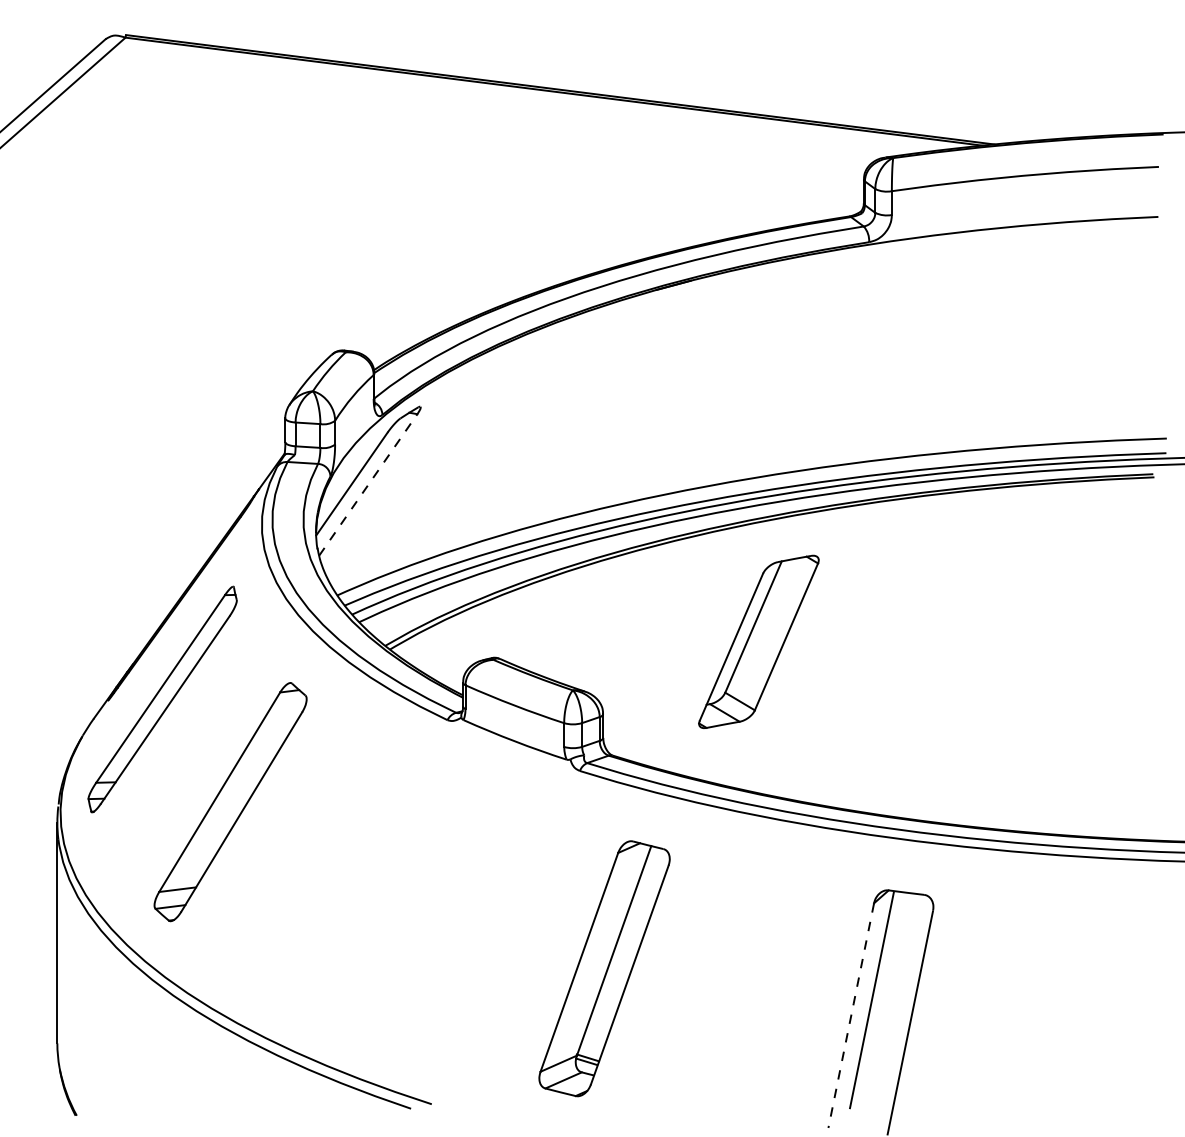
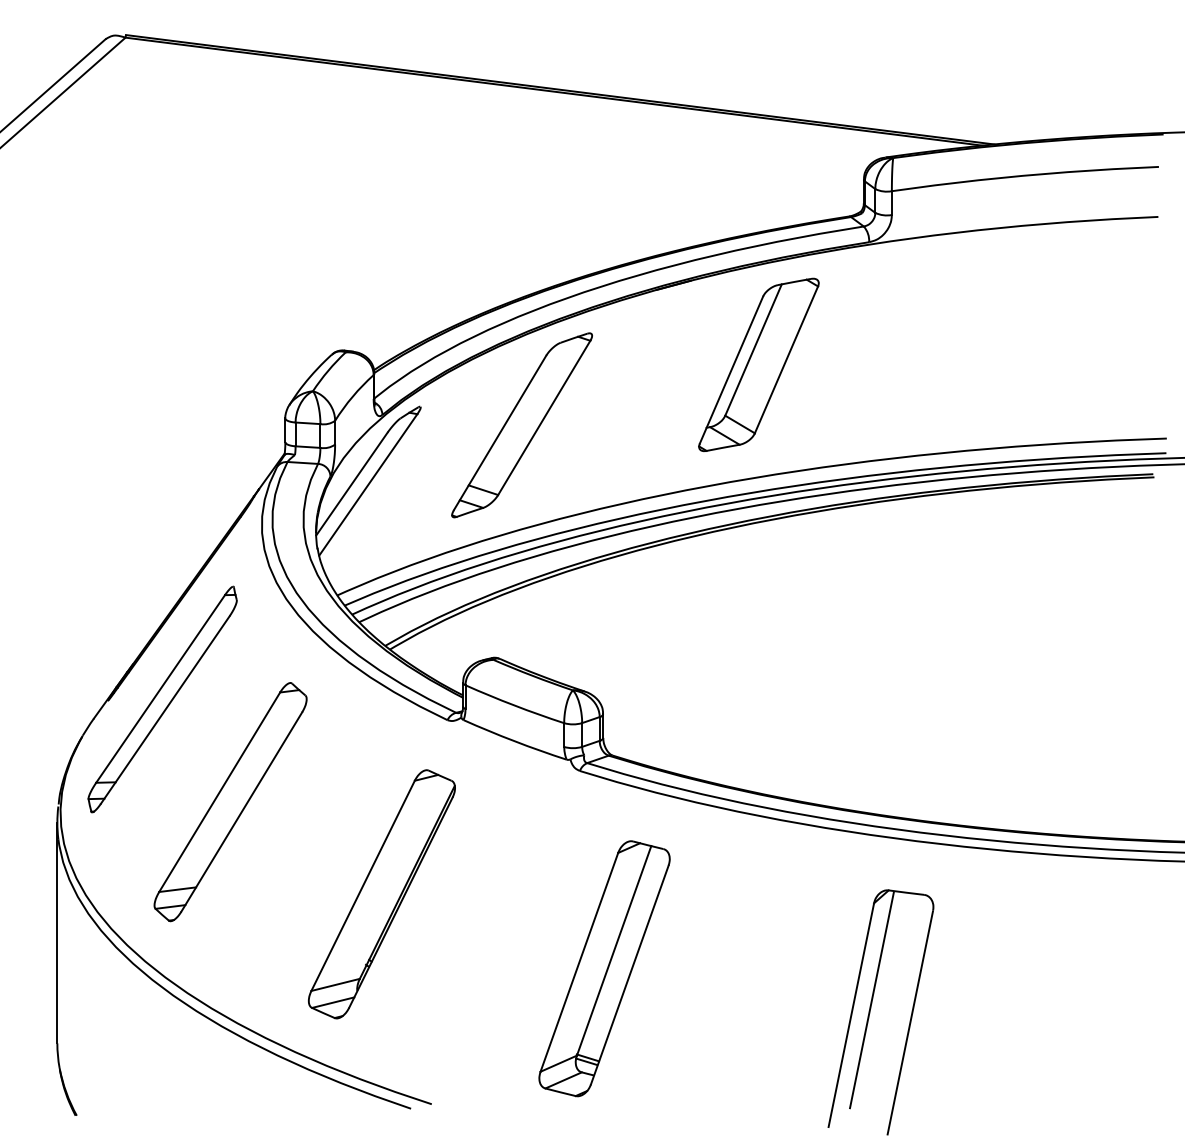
part at (521, 425): none -> present
line at (368, 484): dashed -> solid
part at (758, 641) position: (758, 641) -> (758, 364)
part at (381, 894): none -> present
line at (851, 1015): dashed -> solid
